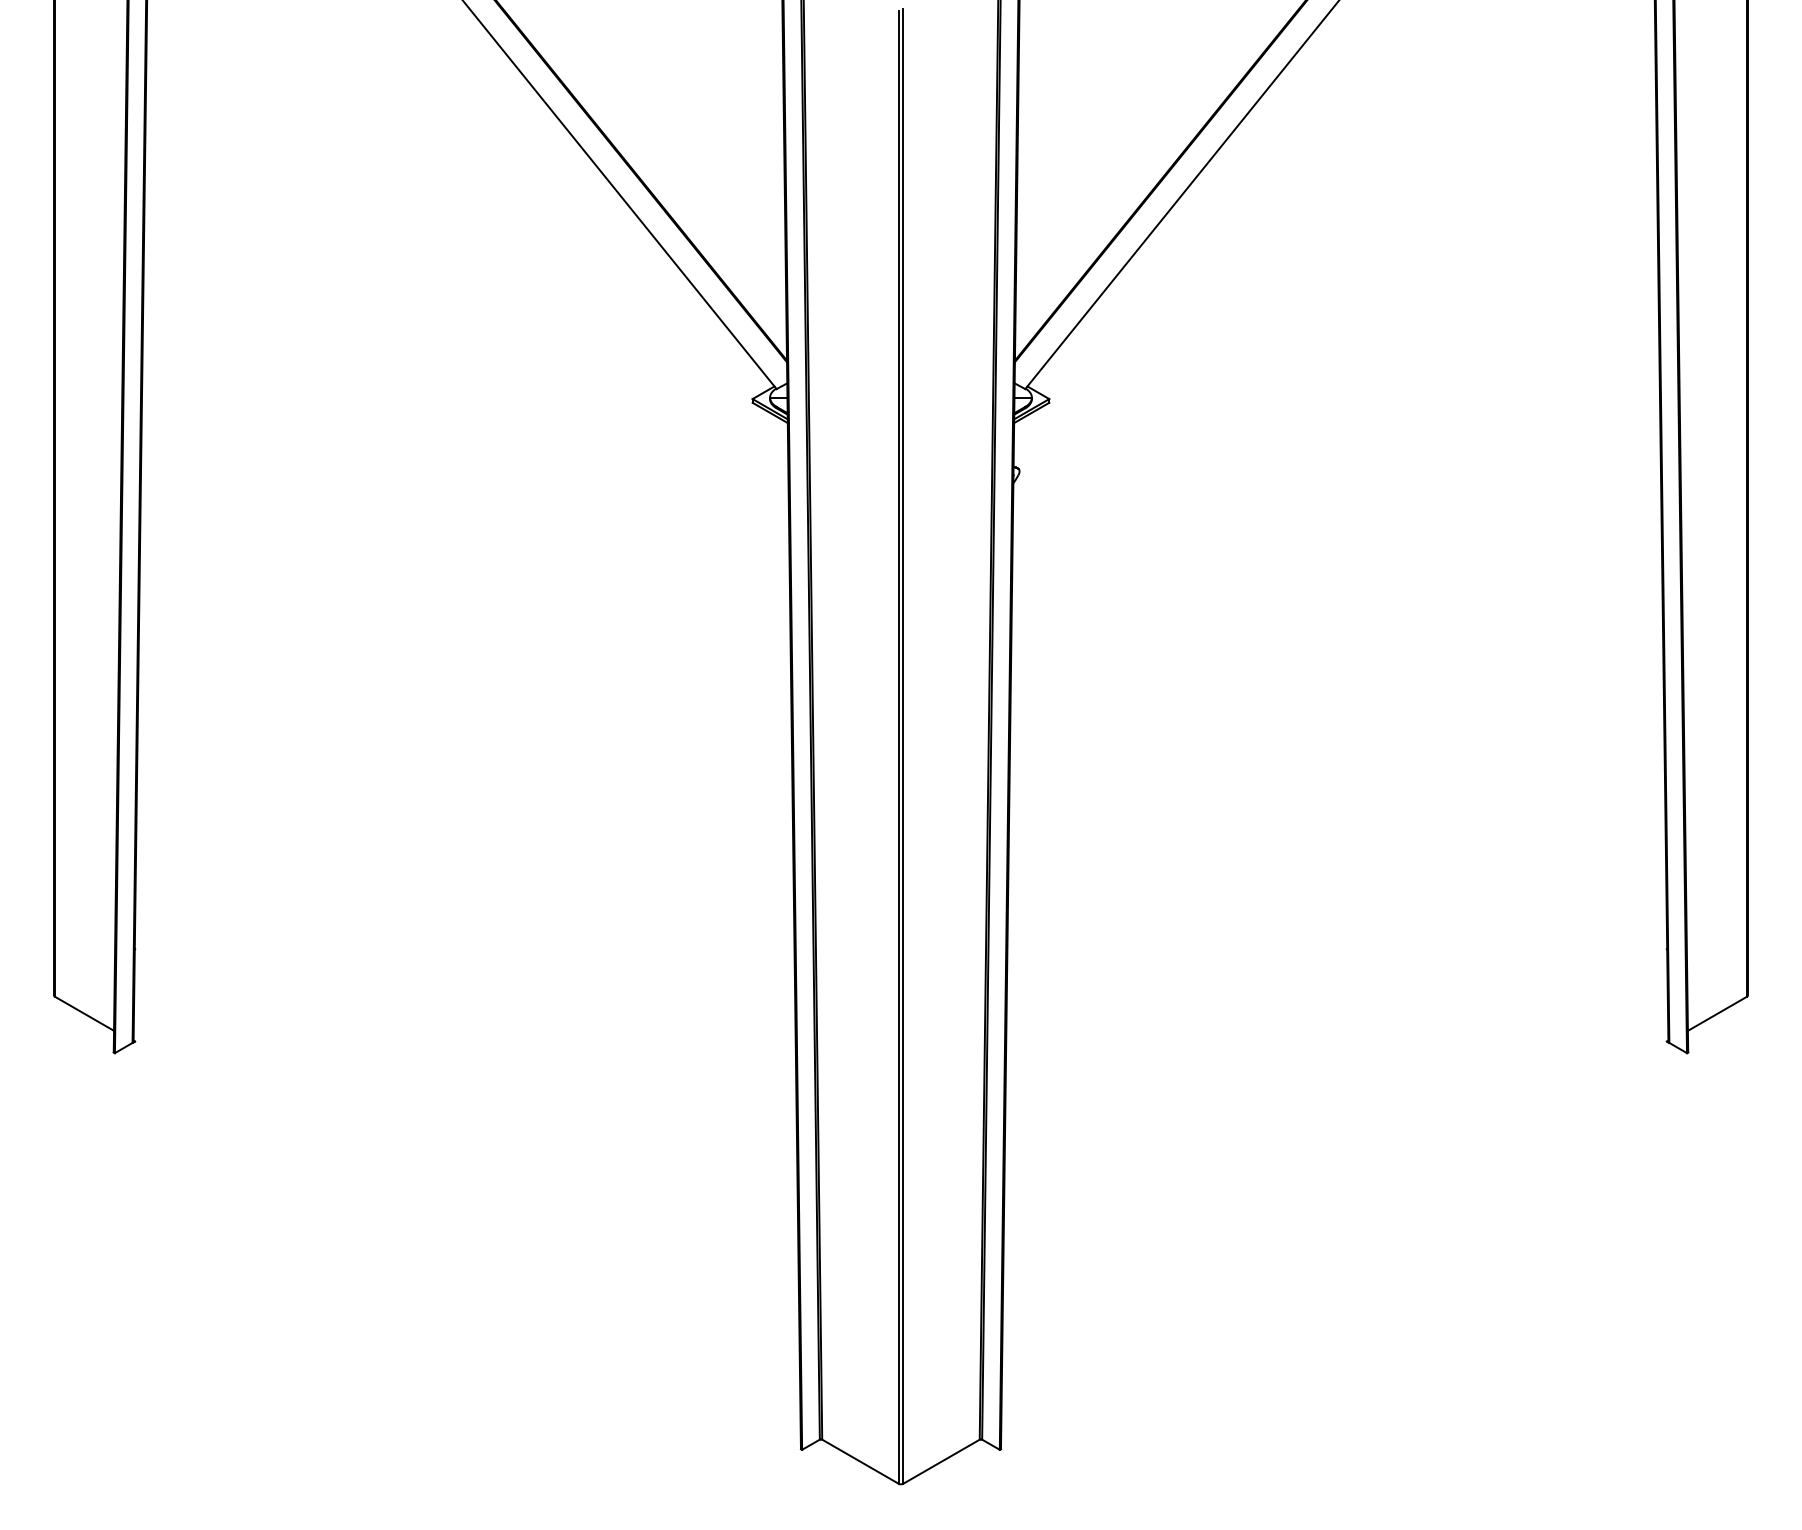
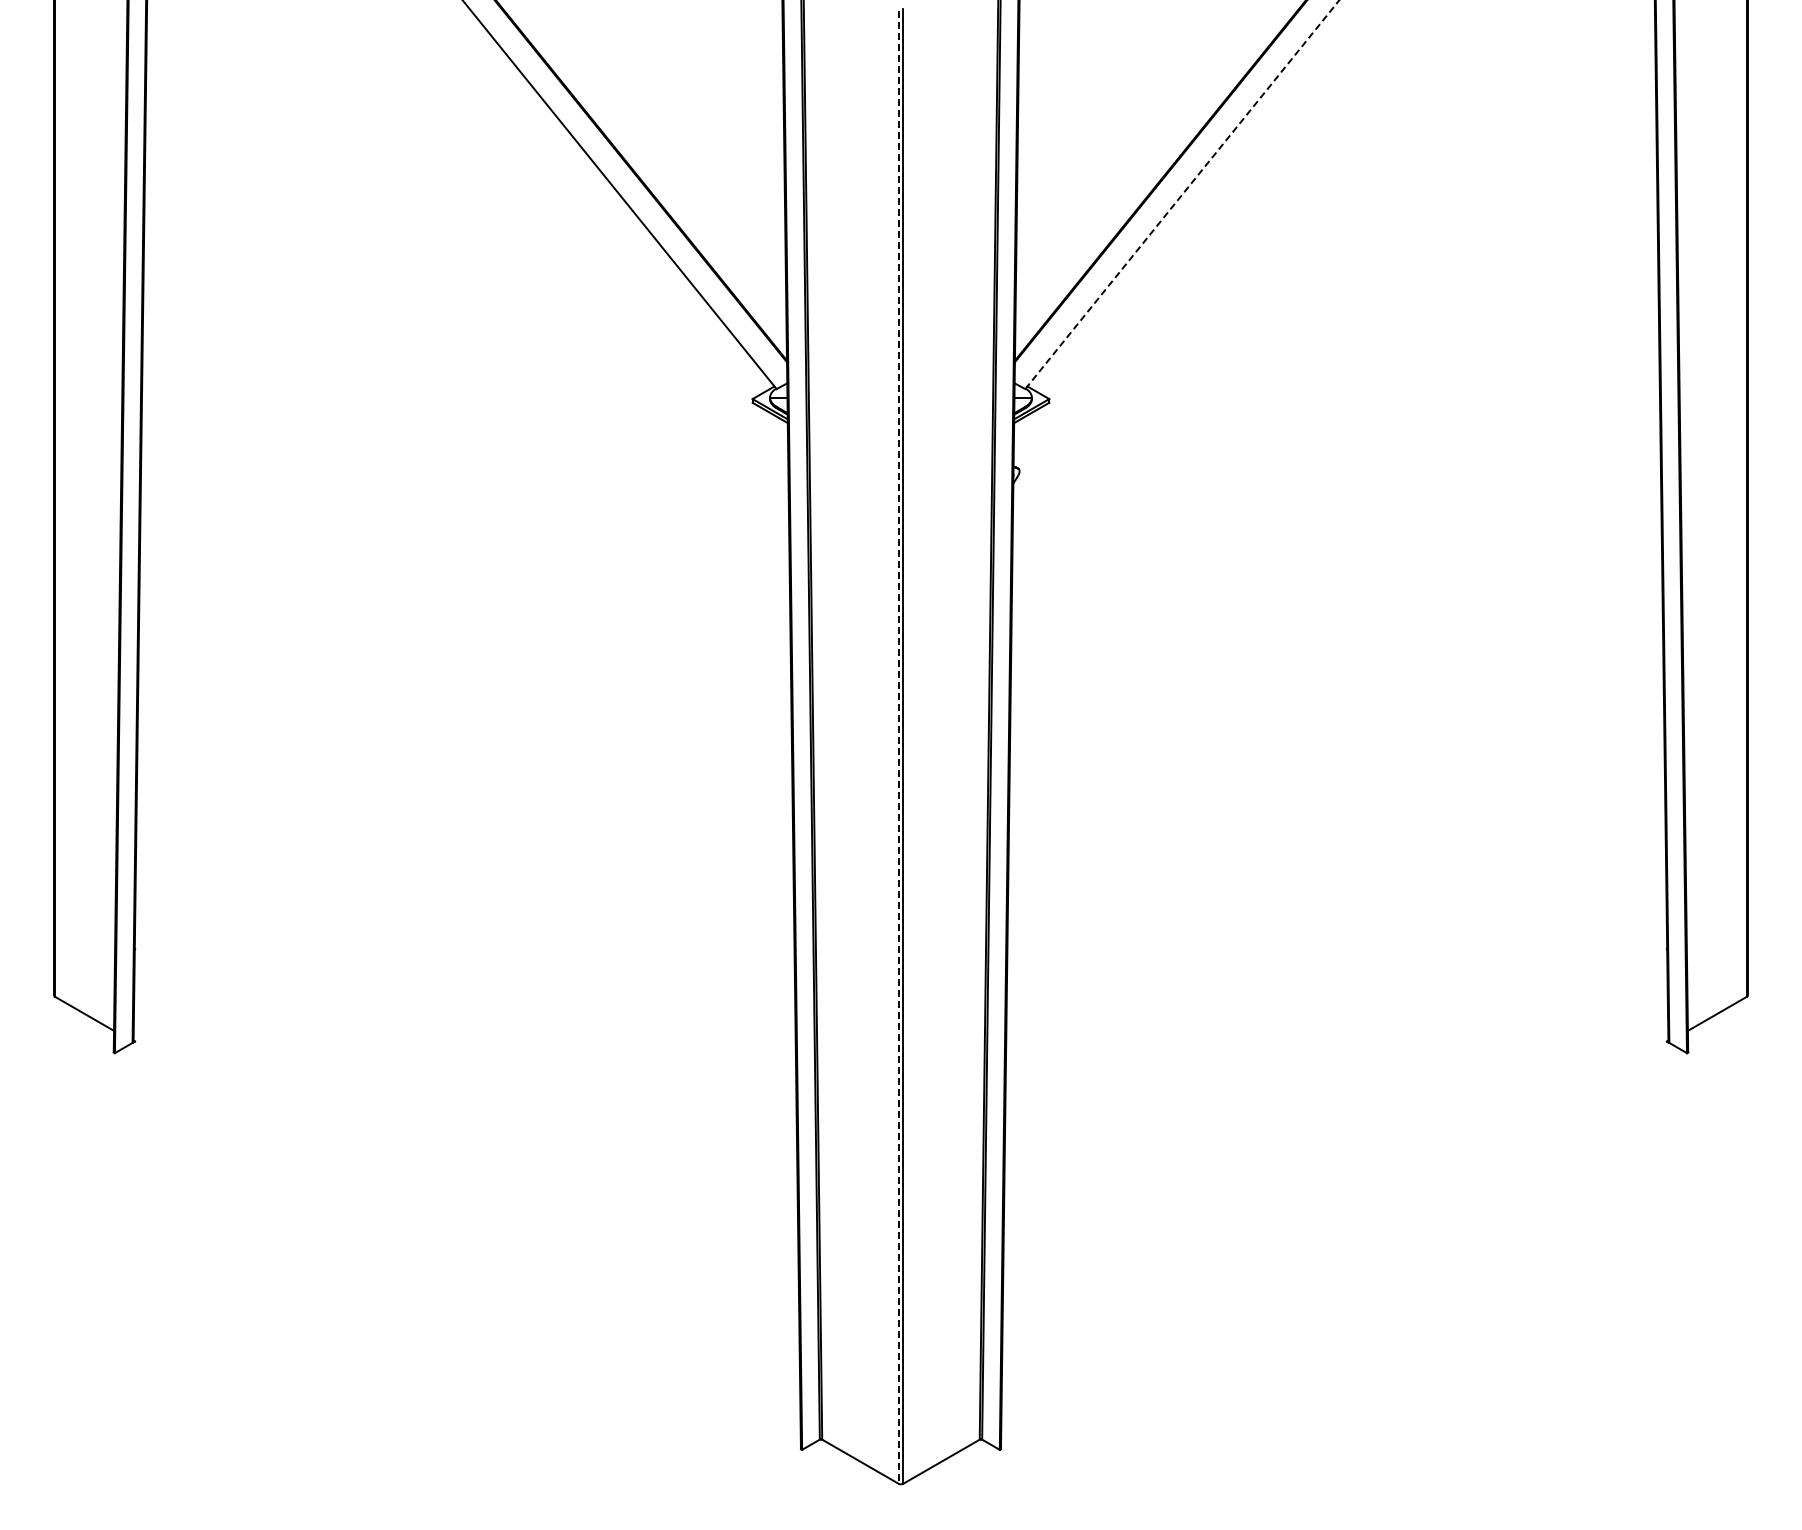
line at (1182, 194): solid -> dashed
line at (898, 747): solid -> dashed
